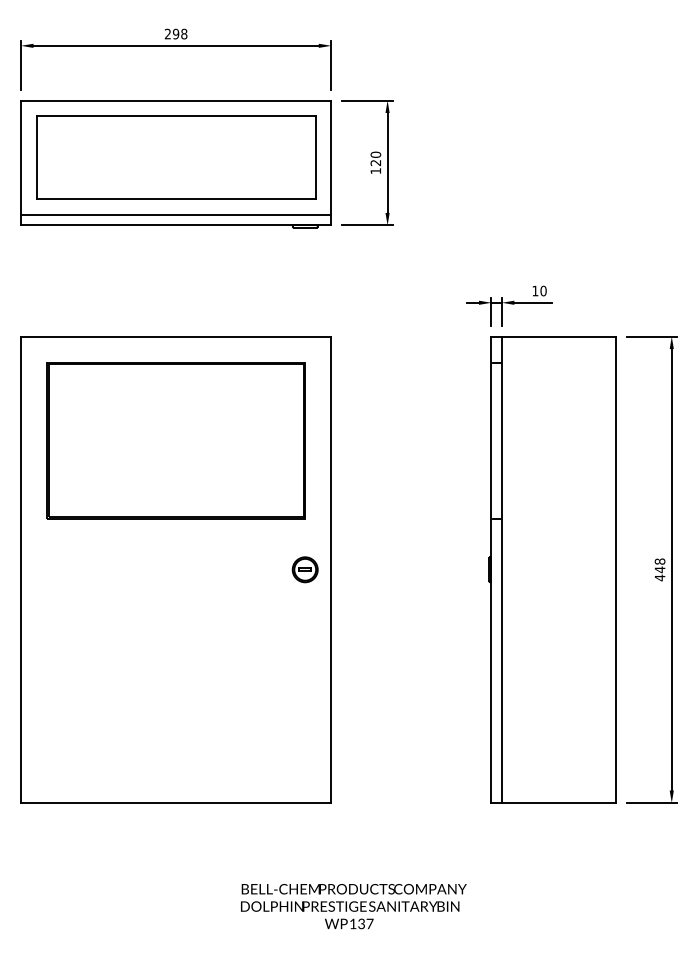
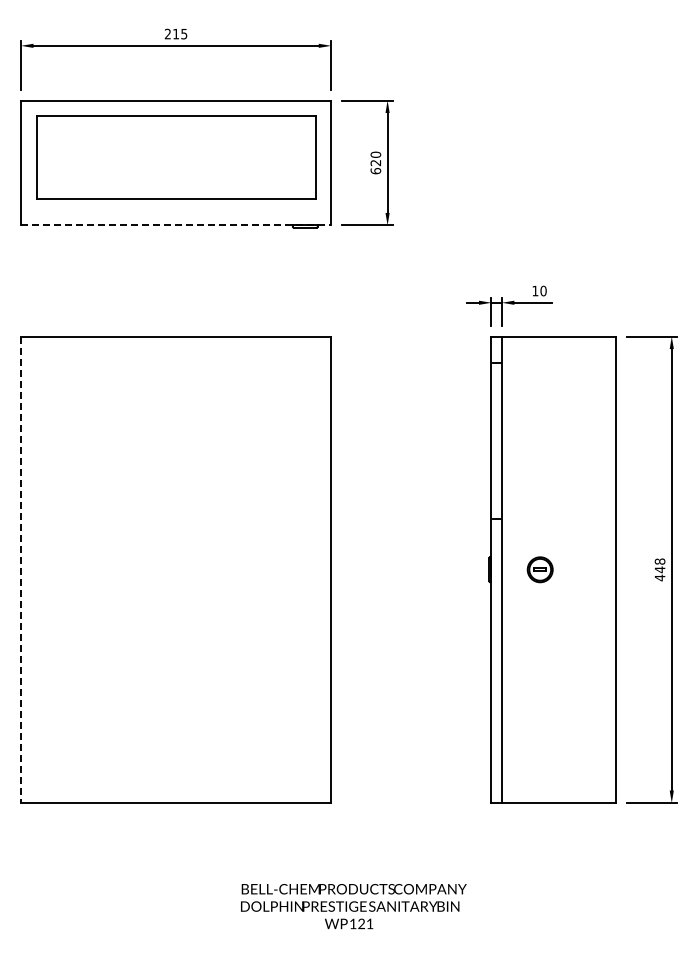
text at (180, 33): 298 -> 215
text at (375, 171): 120 -> 620
line at (176, 215): present -> none
line at (176, 225): solid -> dashed
part at (175, 440): present -> none
part at (304, 569) position: (304, 569) -> (539, 569)
line at (21, 570): solid -> dashed
text at (365, 923): 137 -> 121
